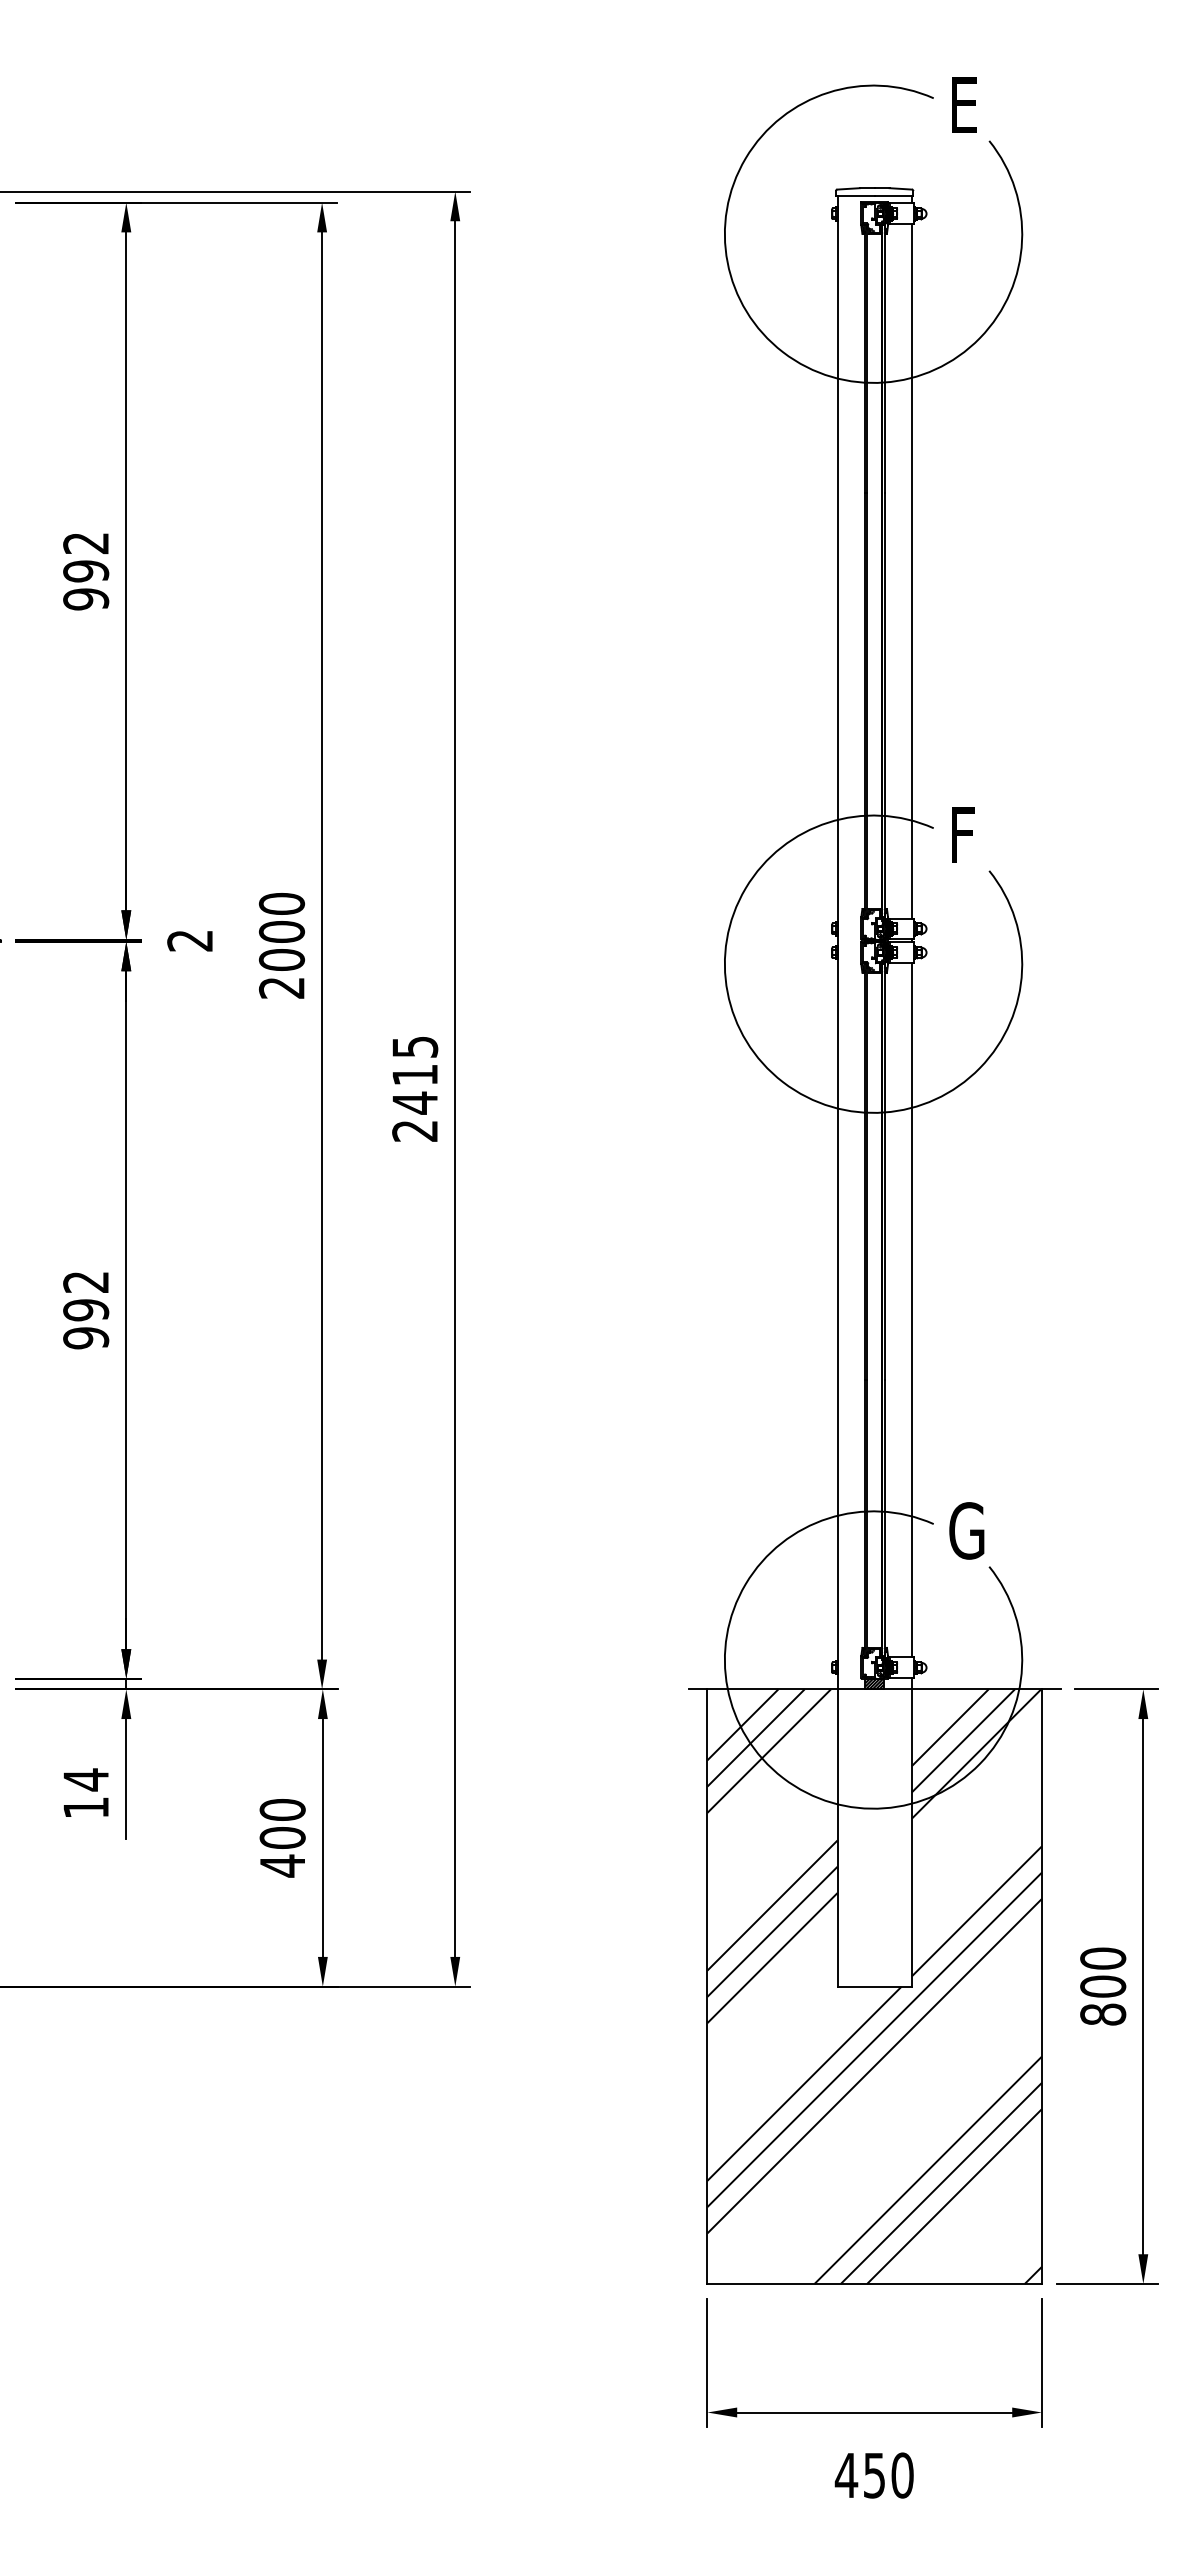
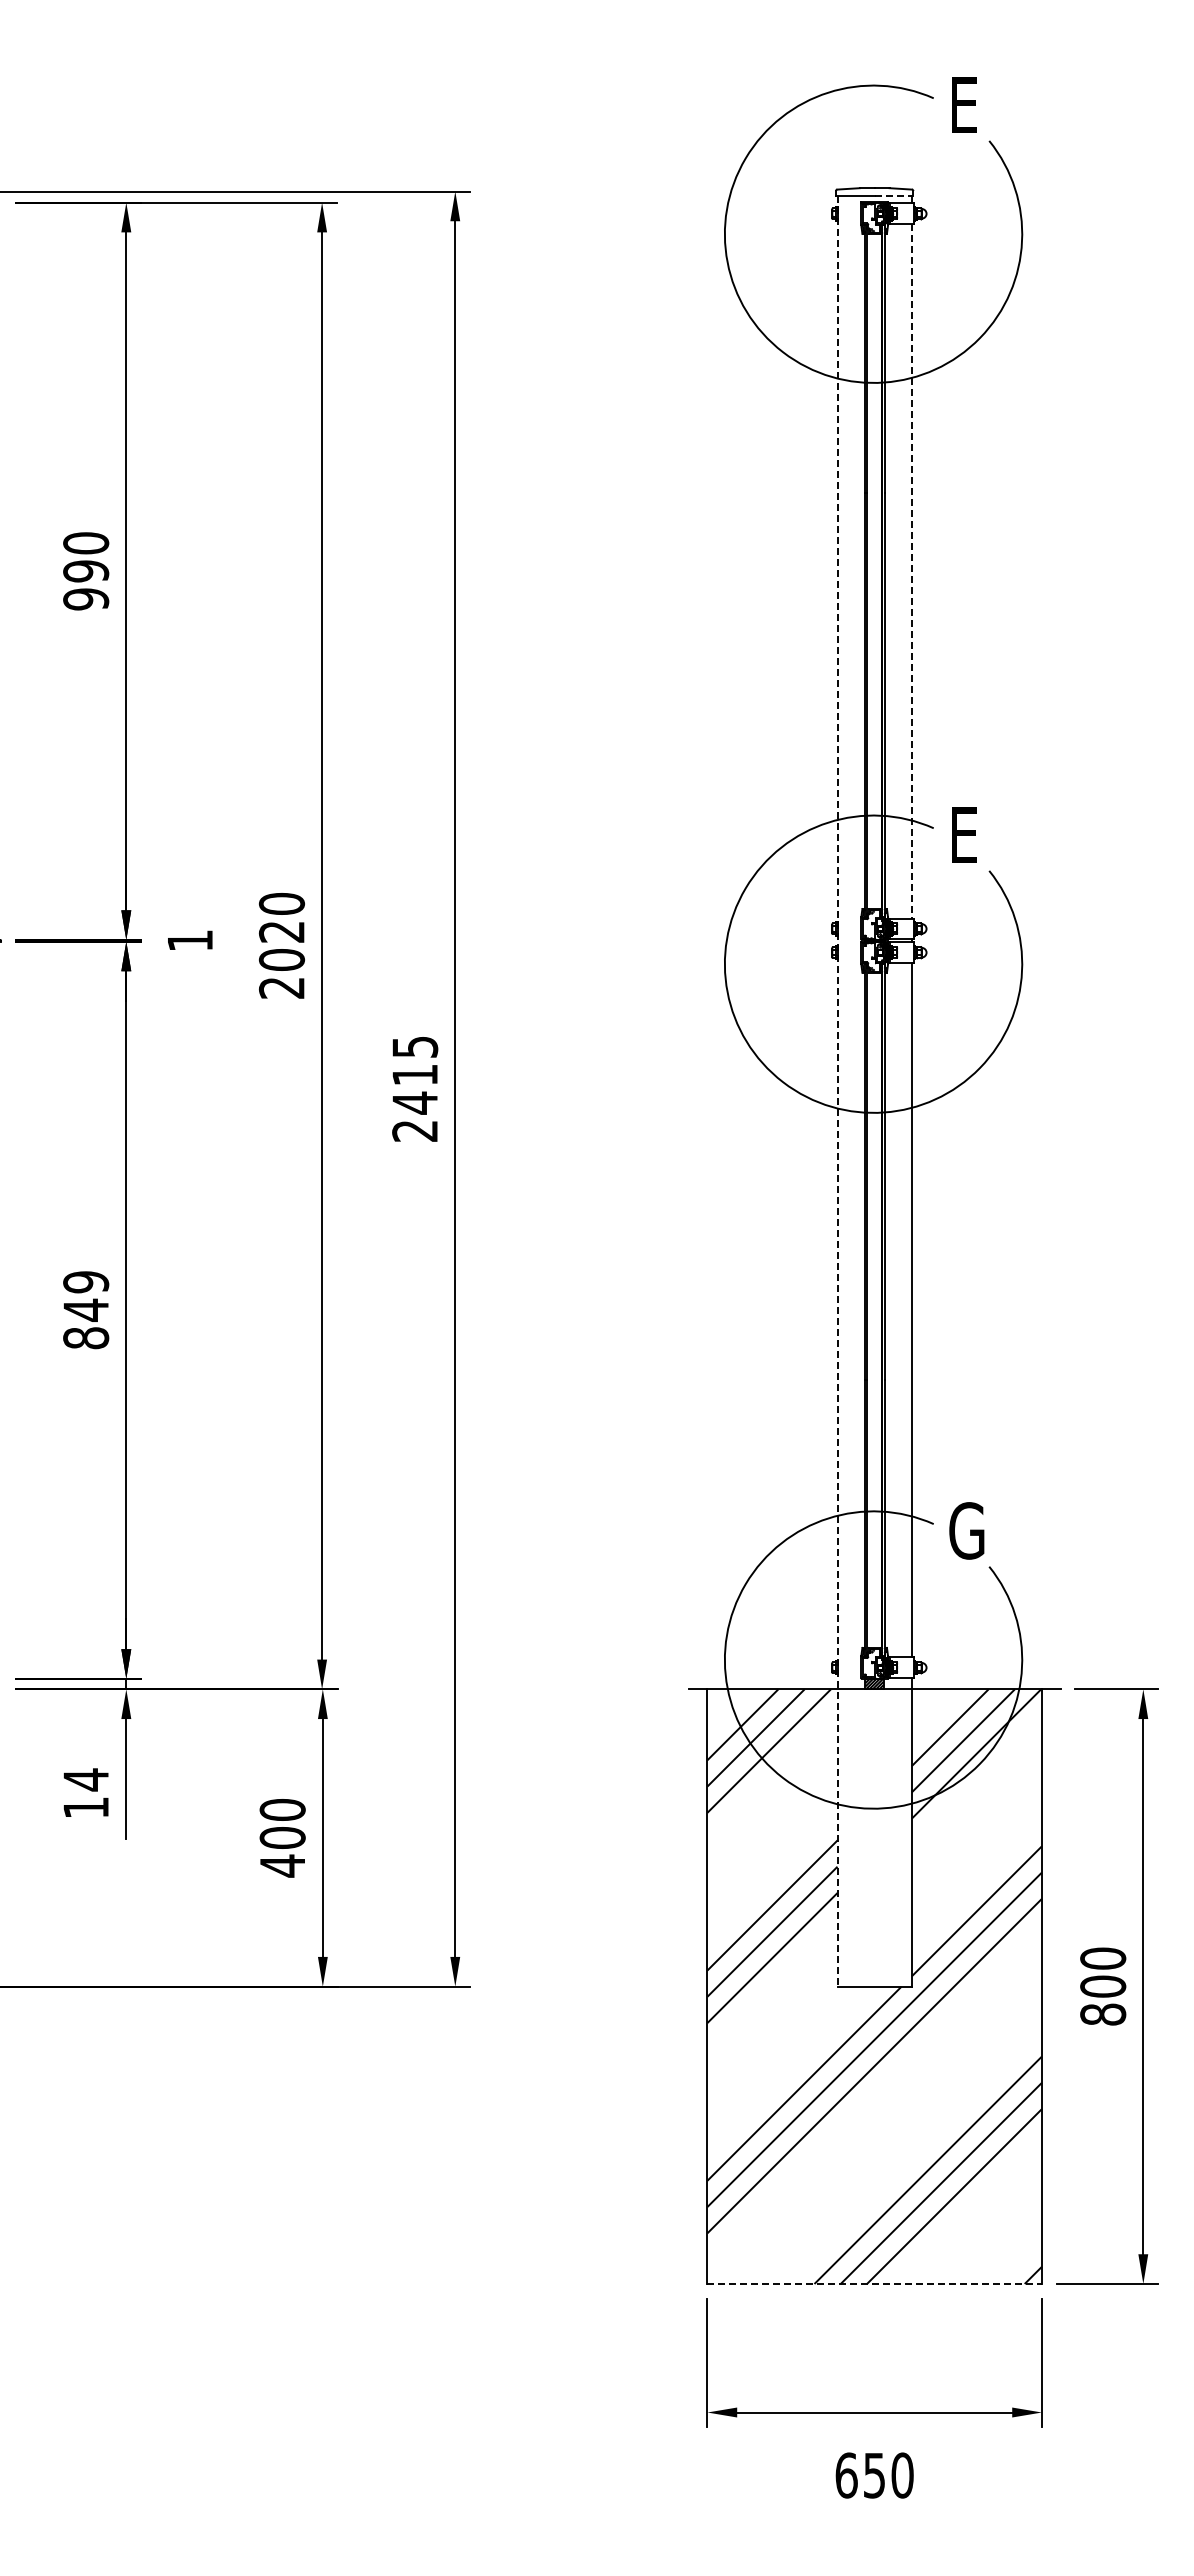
line at (894, 195): solid -> dashed
text at (86, 543): 992 -> 990
line at (911, 571): solid -> dashed
text at (966, 834): F -> E
text at (281, 931): 2000 -> 2020
text at (189, 940): 2 -> 1
line at (837, 1091): solid -> dashed
text at (86, 1310): 992 -> 849
line at (875, 2284): solid -> dashed
text at (846, 2475): 450 -> 650
